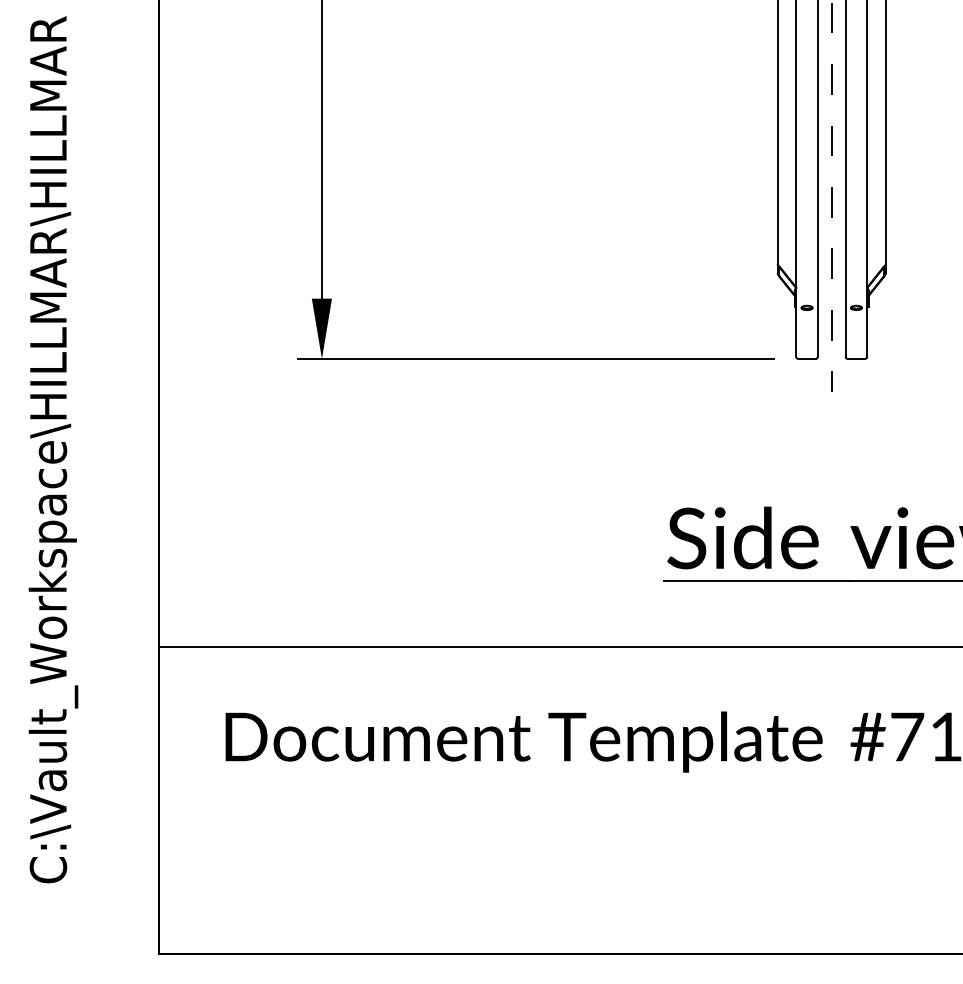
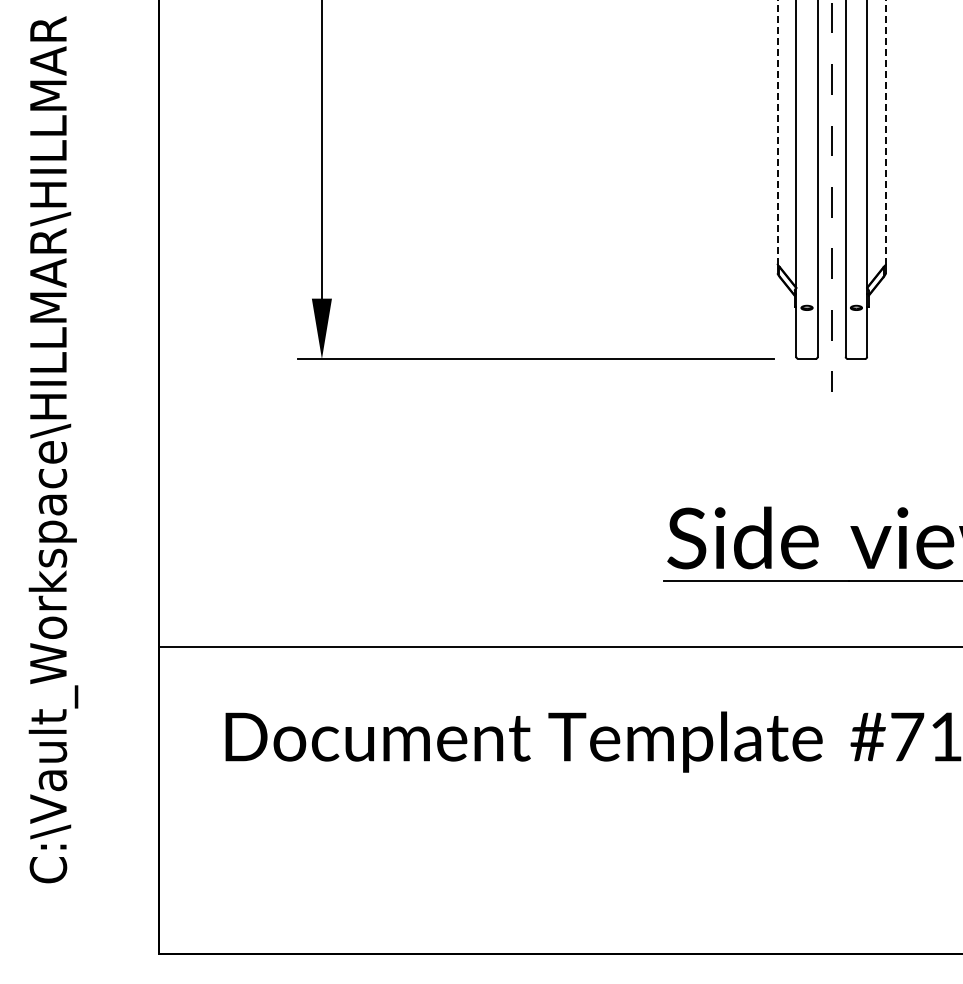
line at (885, 132): solid -> dashed
line at (777, 133): solid -> dashed
